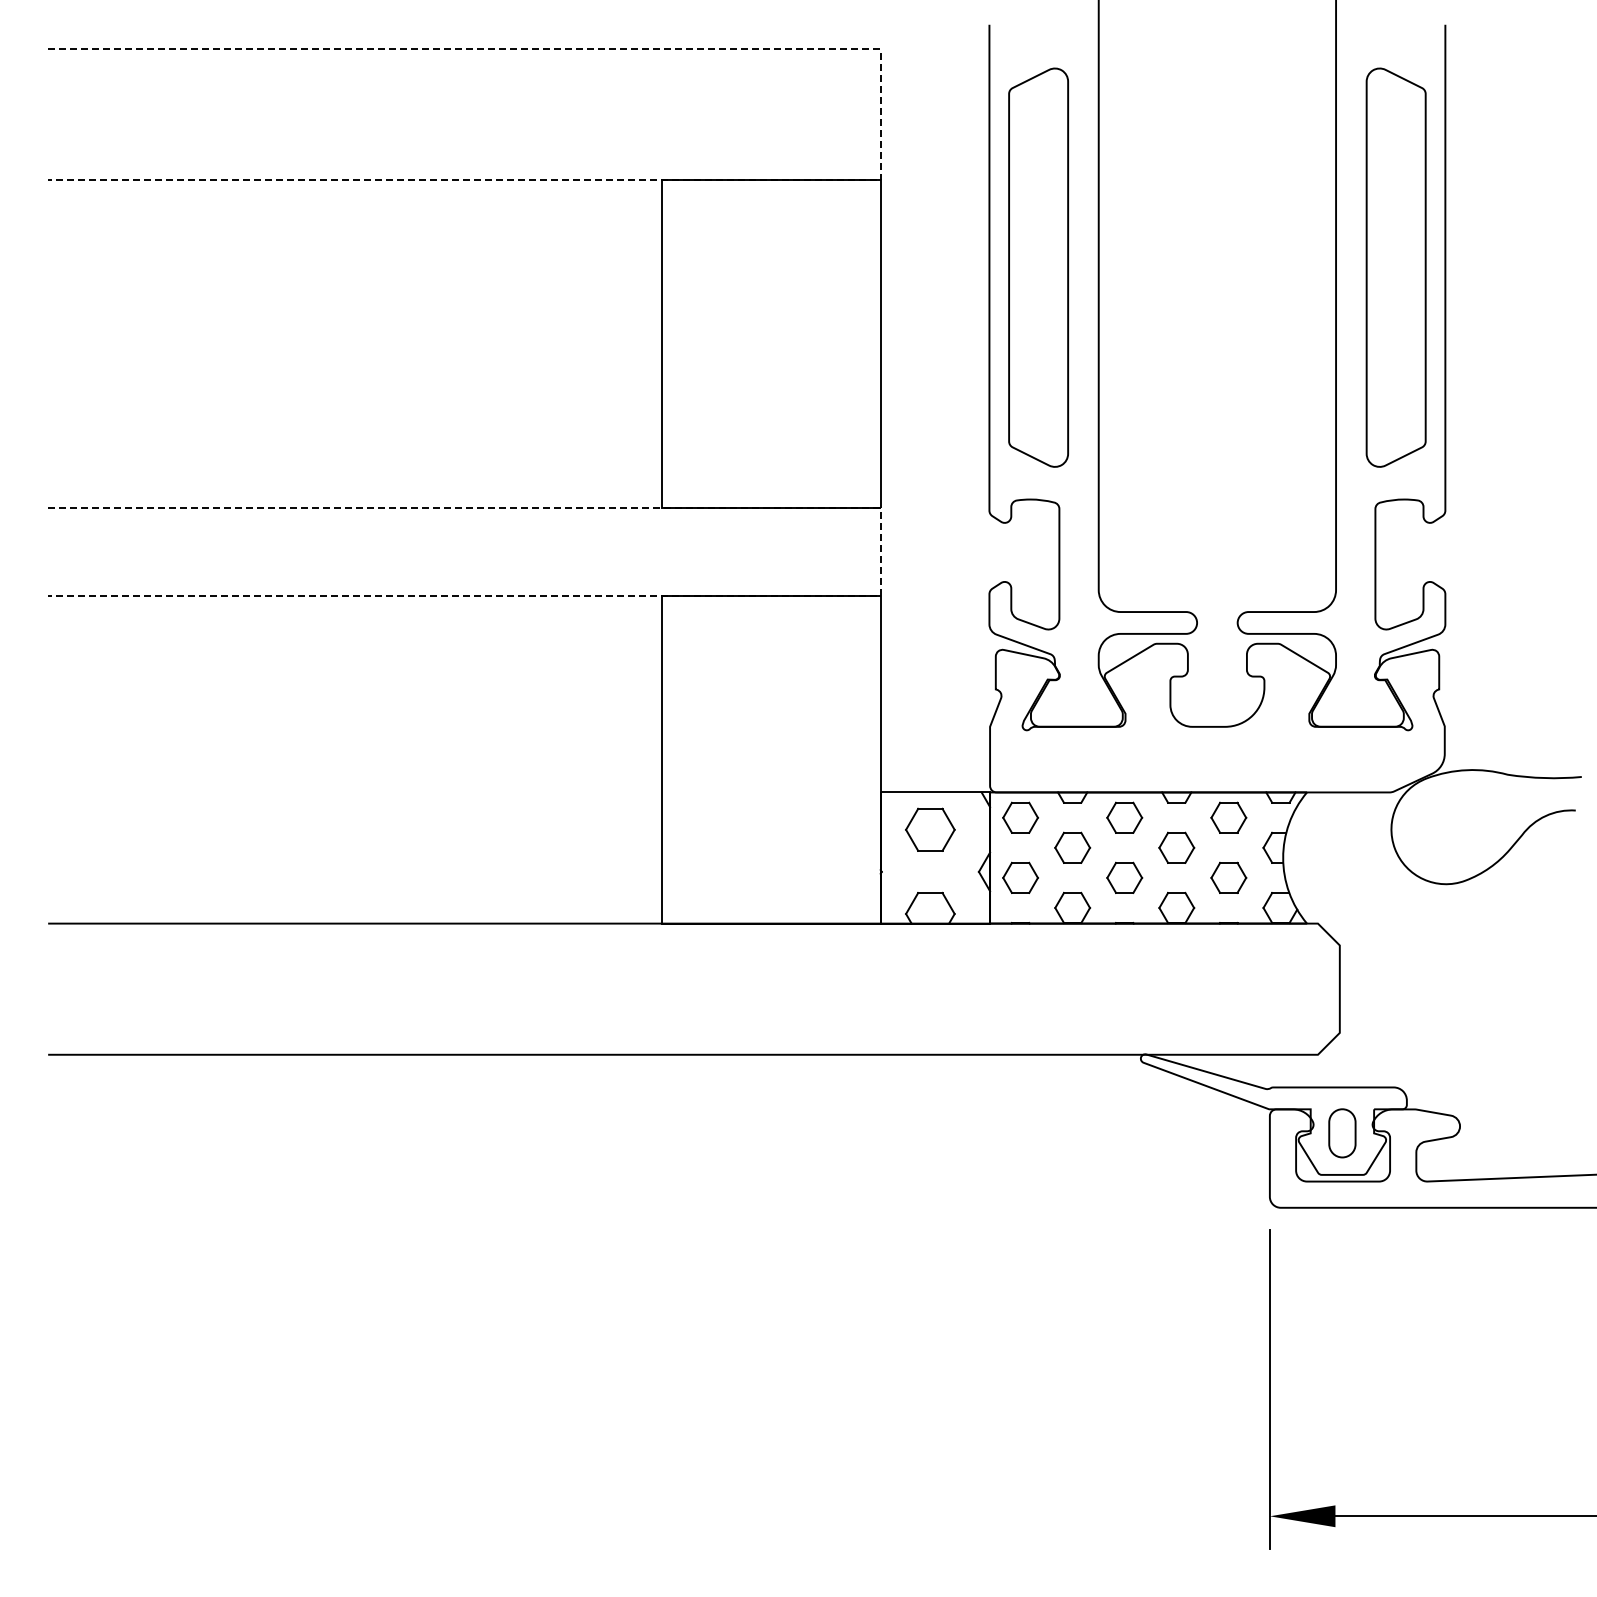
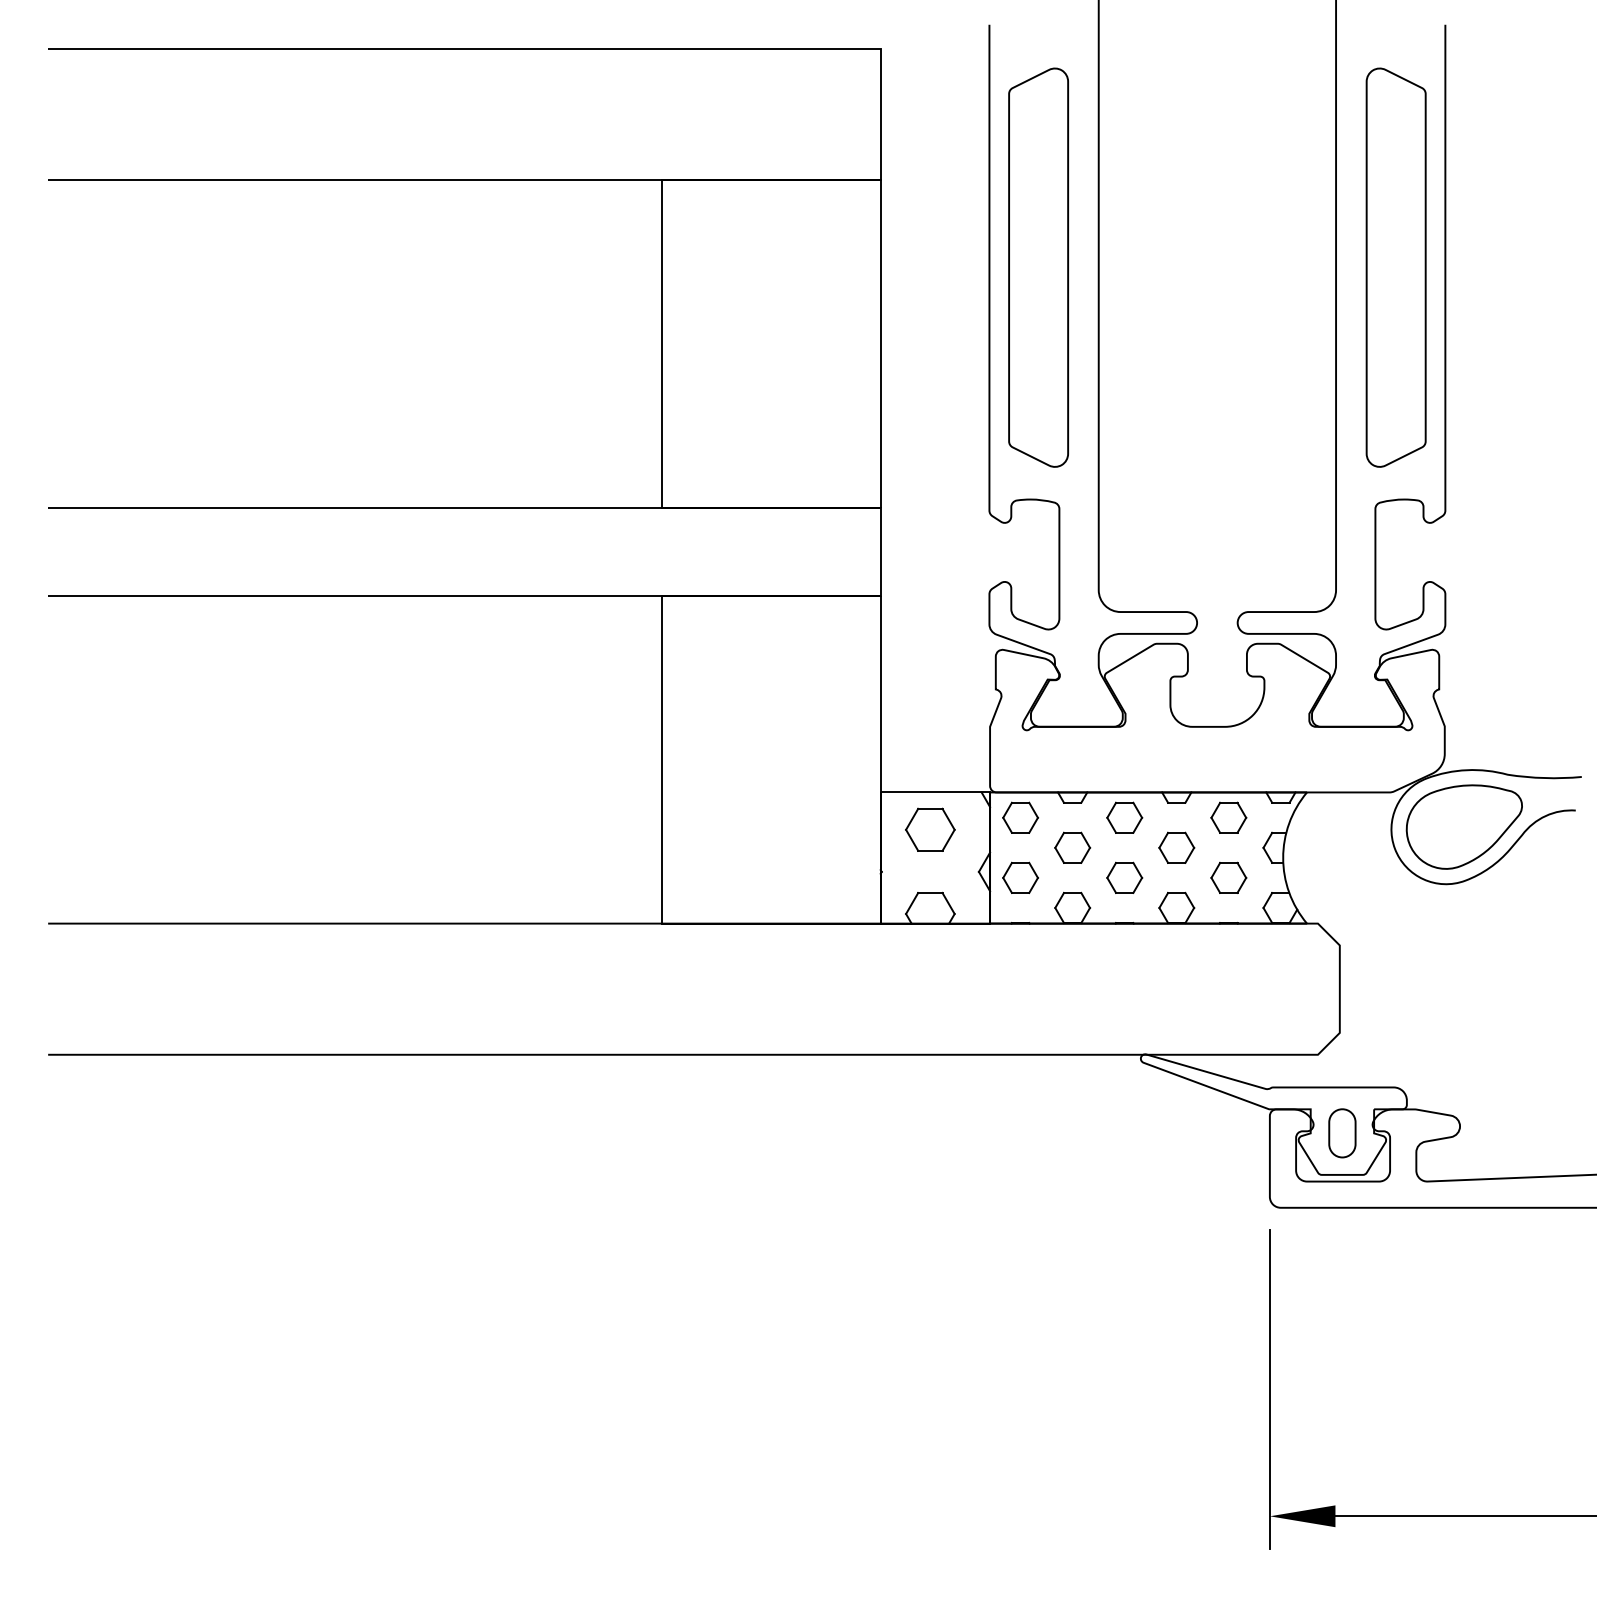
line at (880, 114): dashed -> solid
line at (880, 551): dashed -> solid
part at (1463, 826): none -> present
